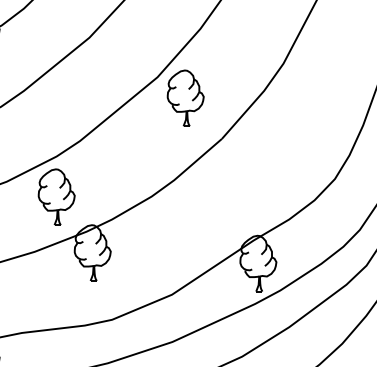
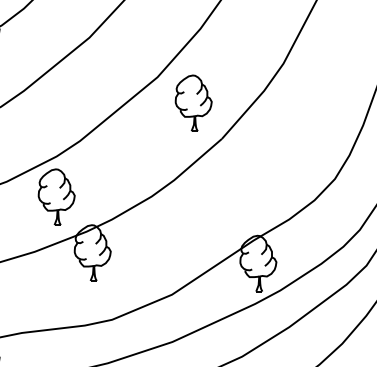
part at (185, 97) position: (185, 97) -> (193, 102)
